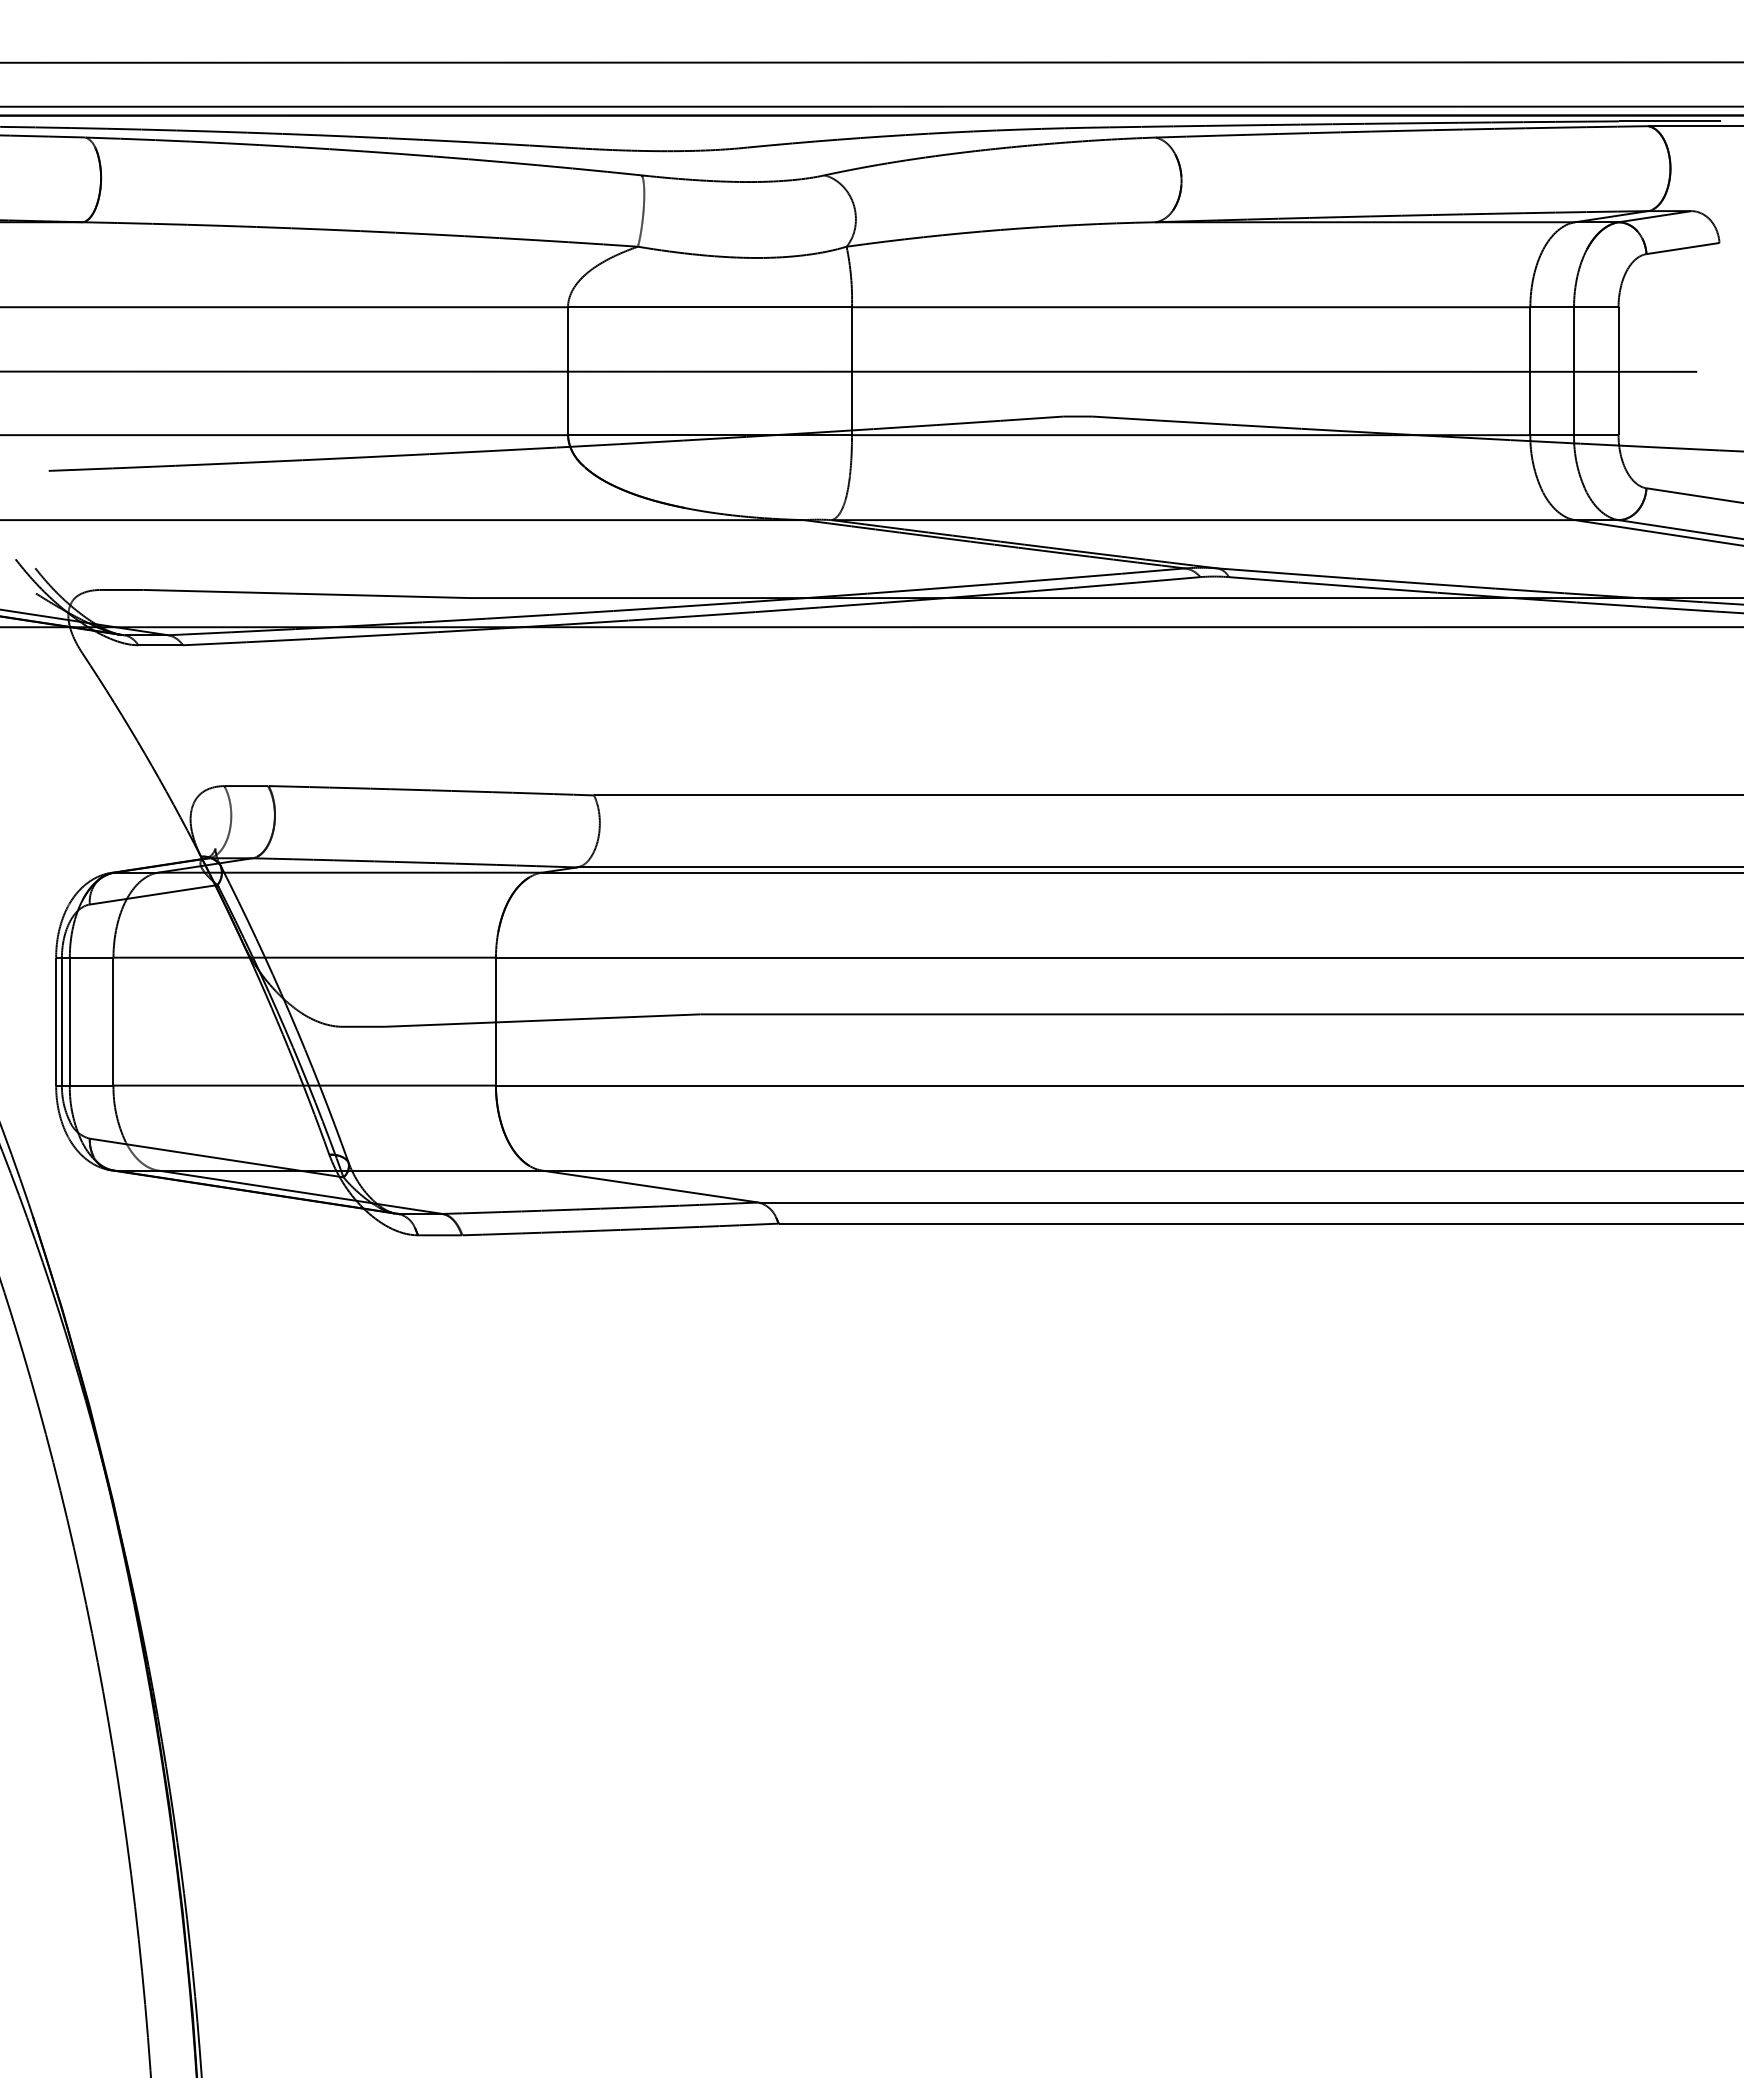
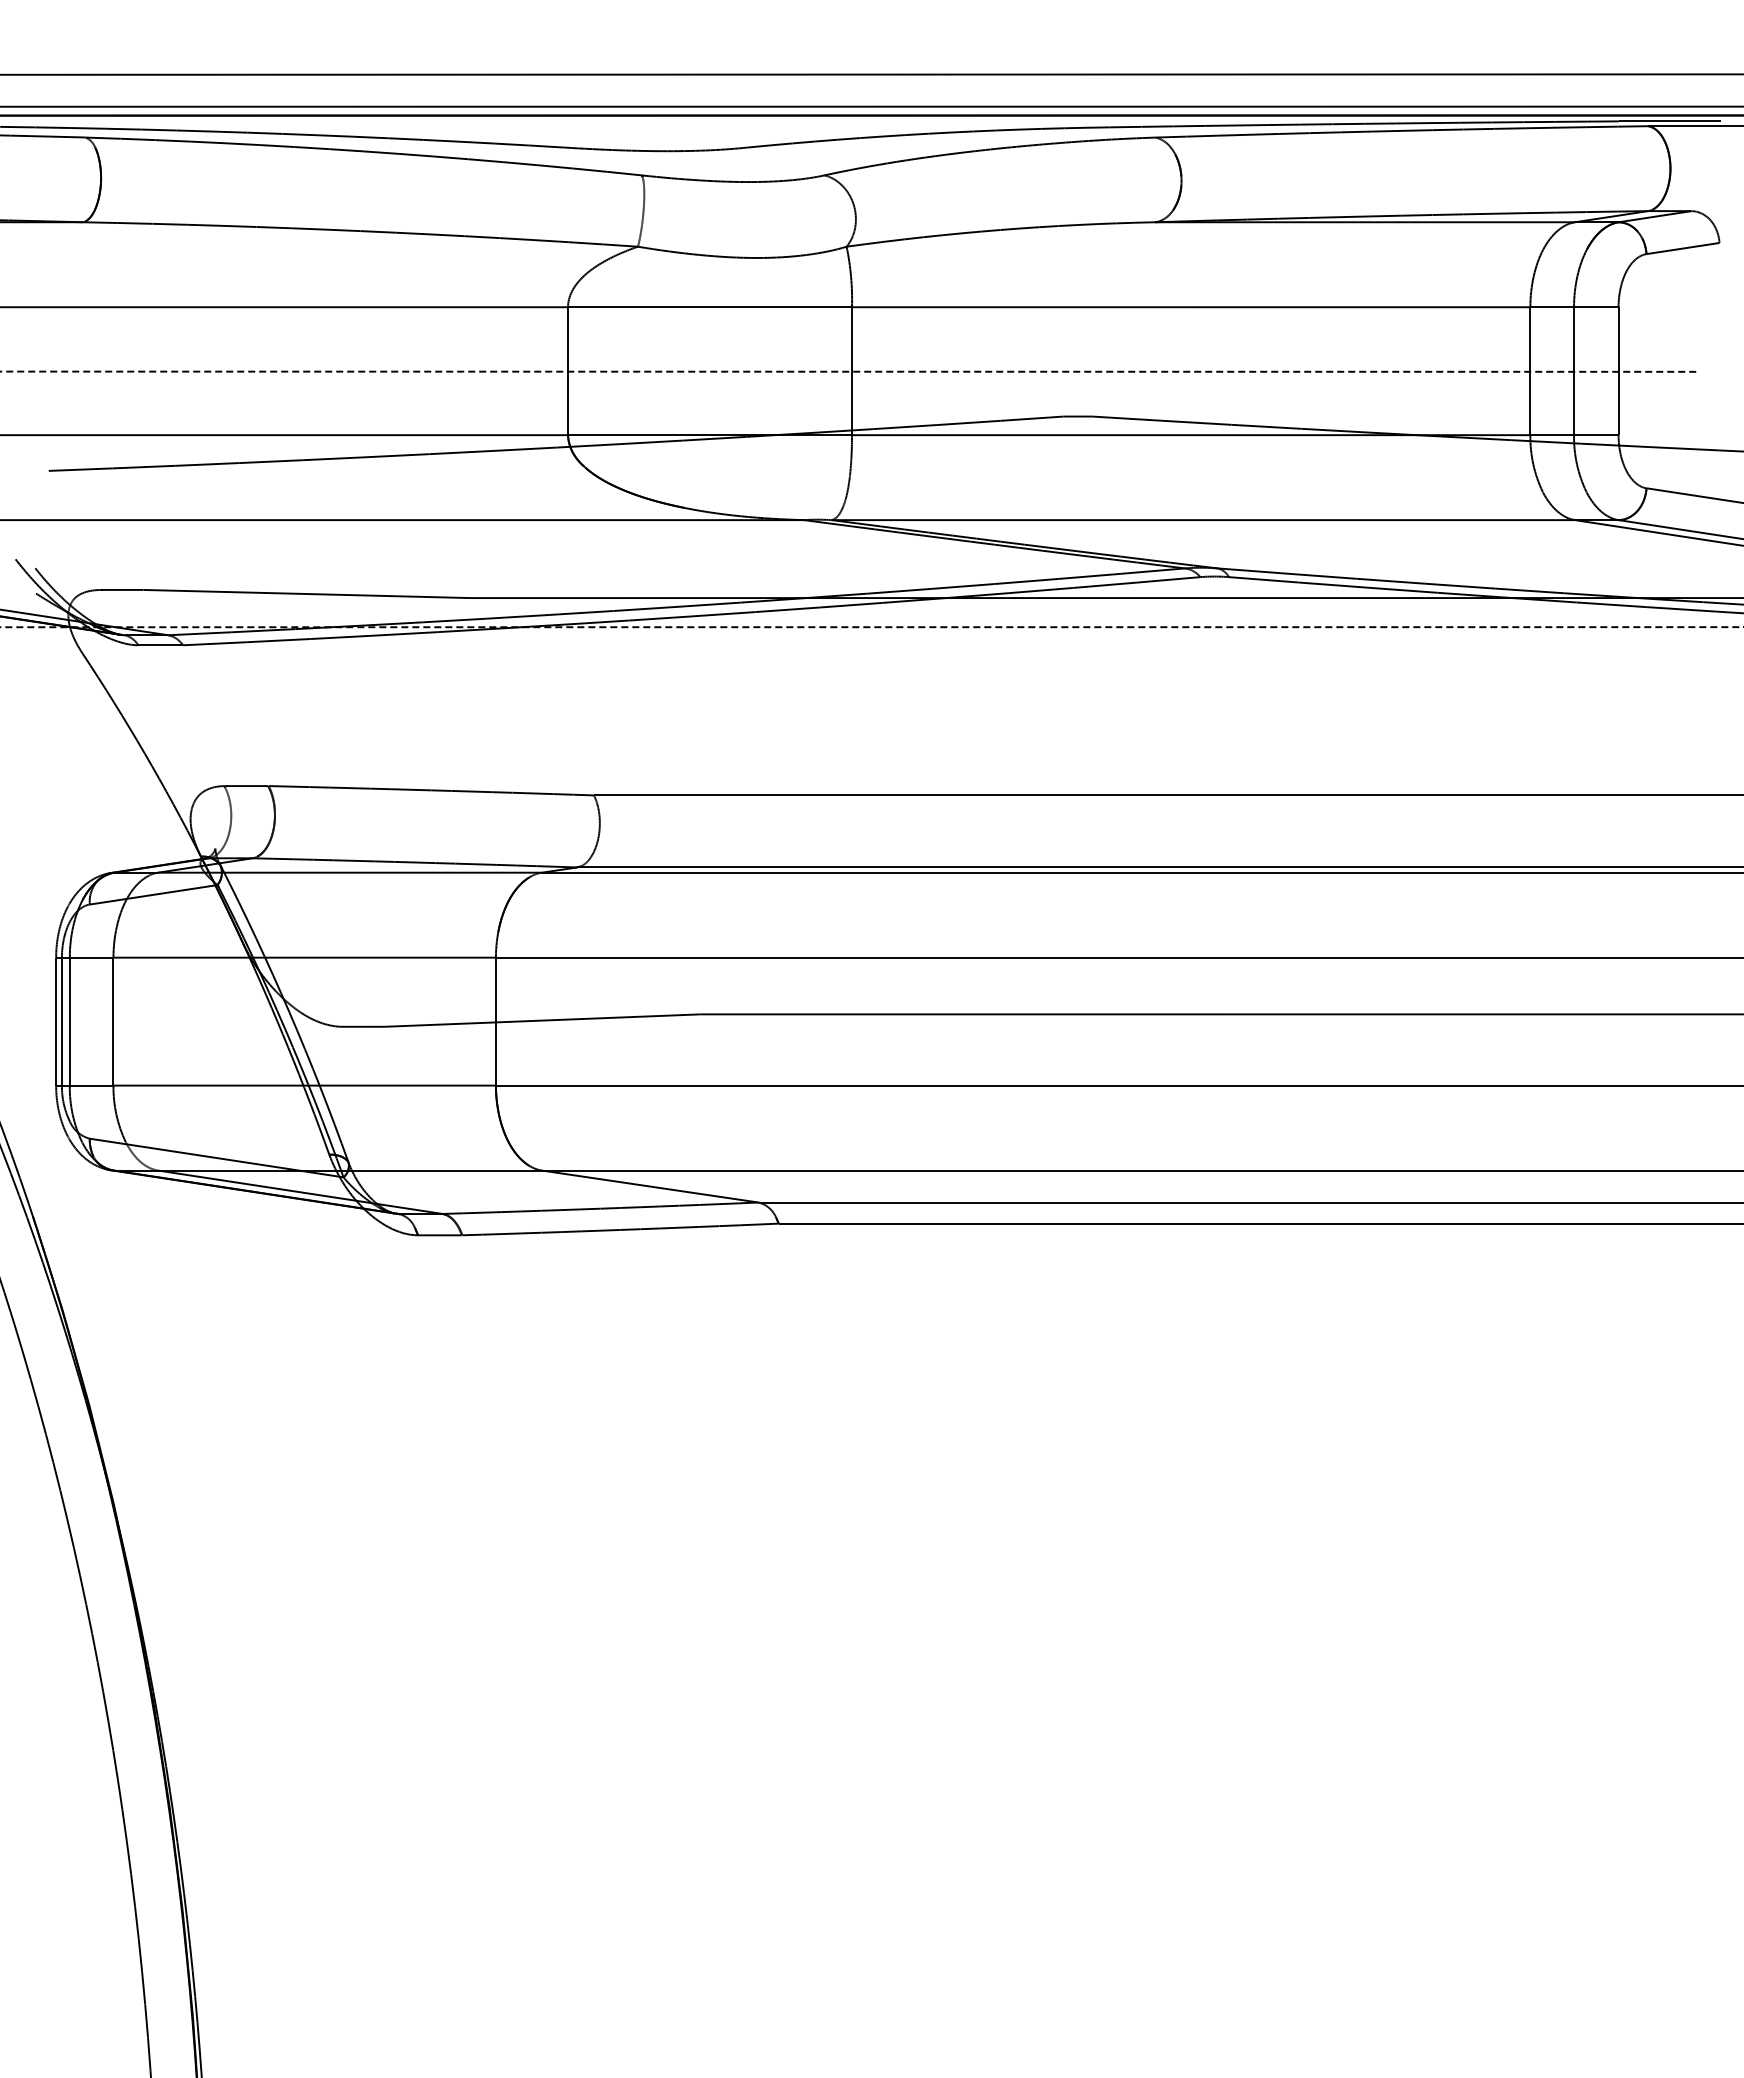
line at (871, 62) position: (871, 62) -> (871, 74)
line at (848, 371): solid -> dashed
line at (871, 627): solid -> dashed
